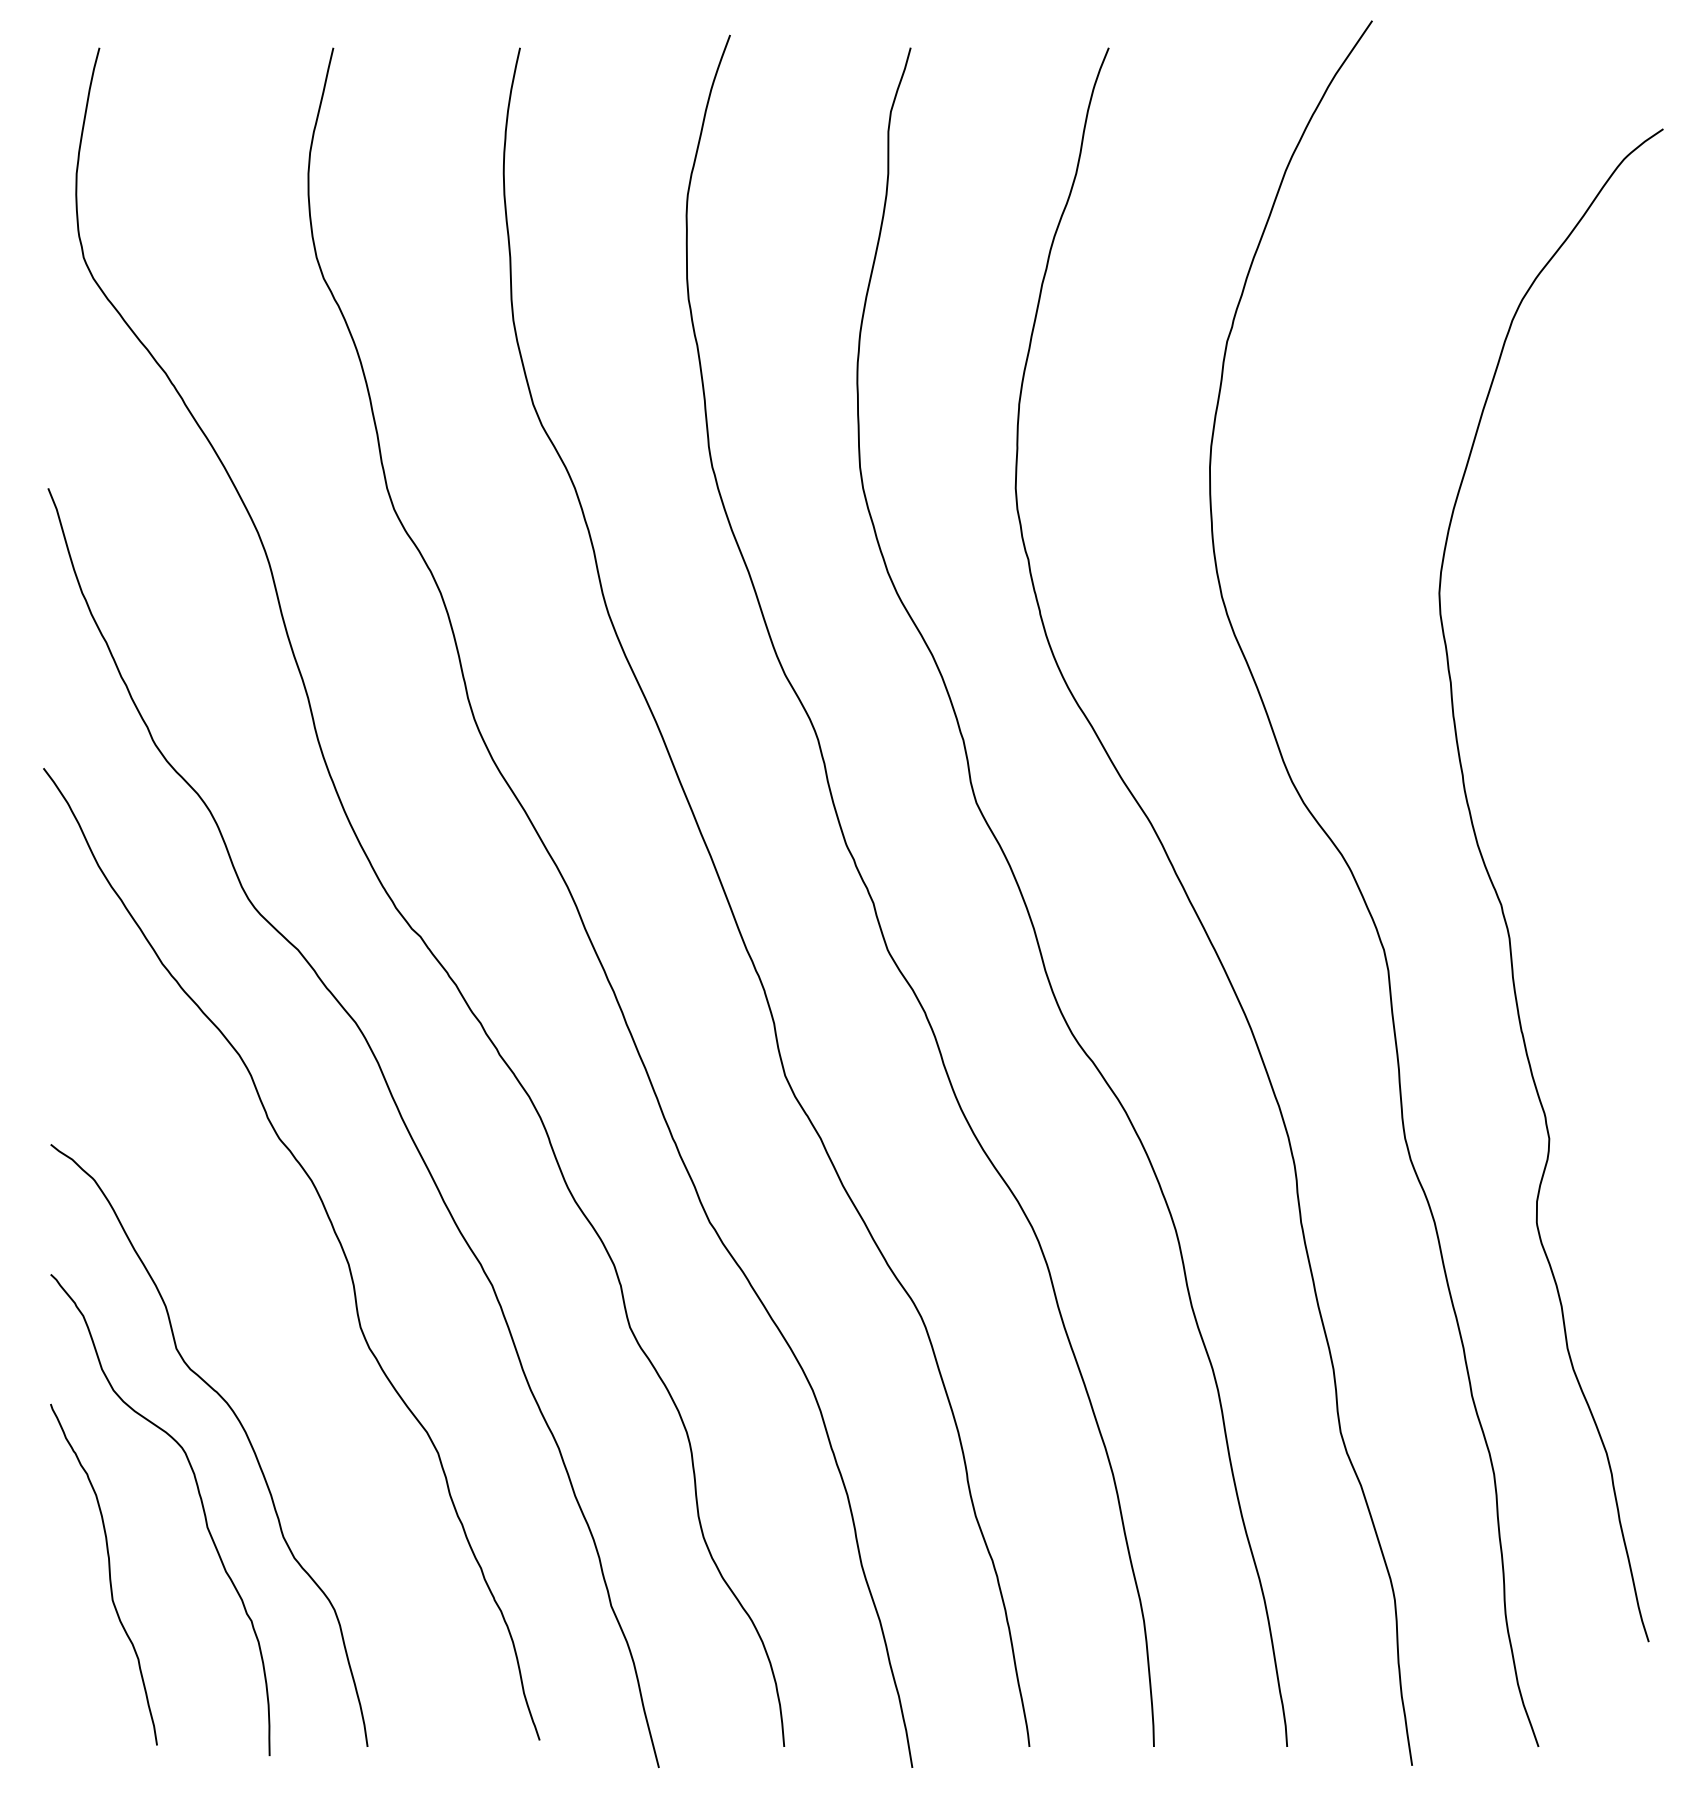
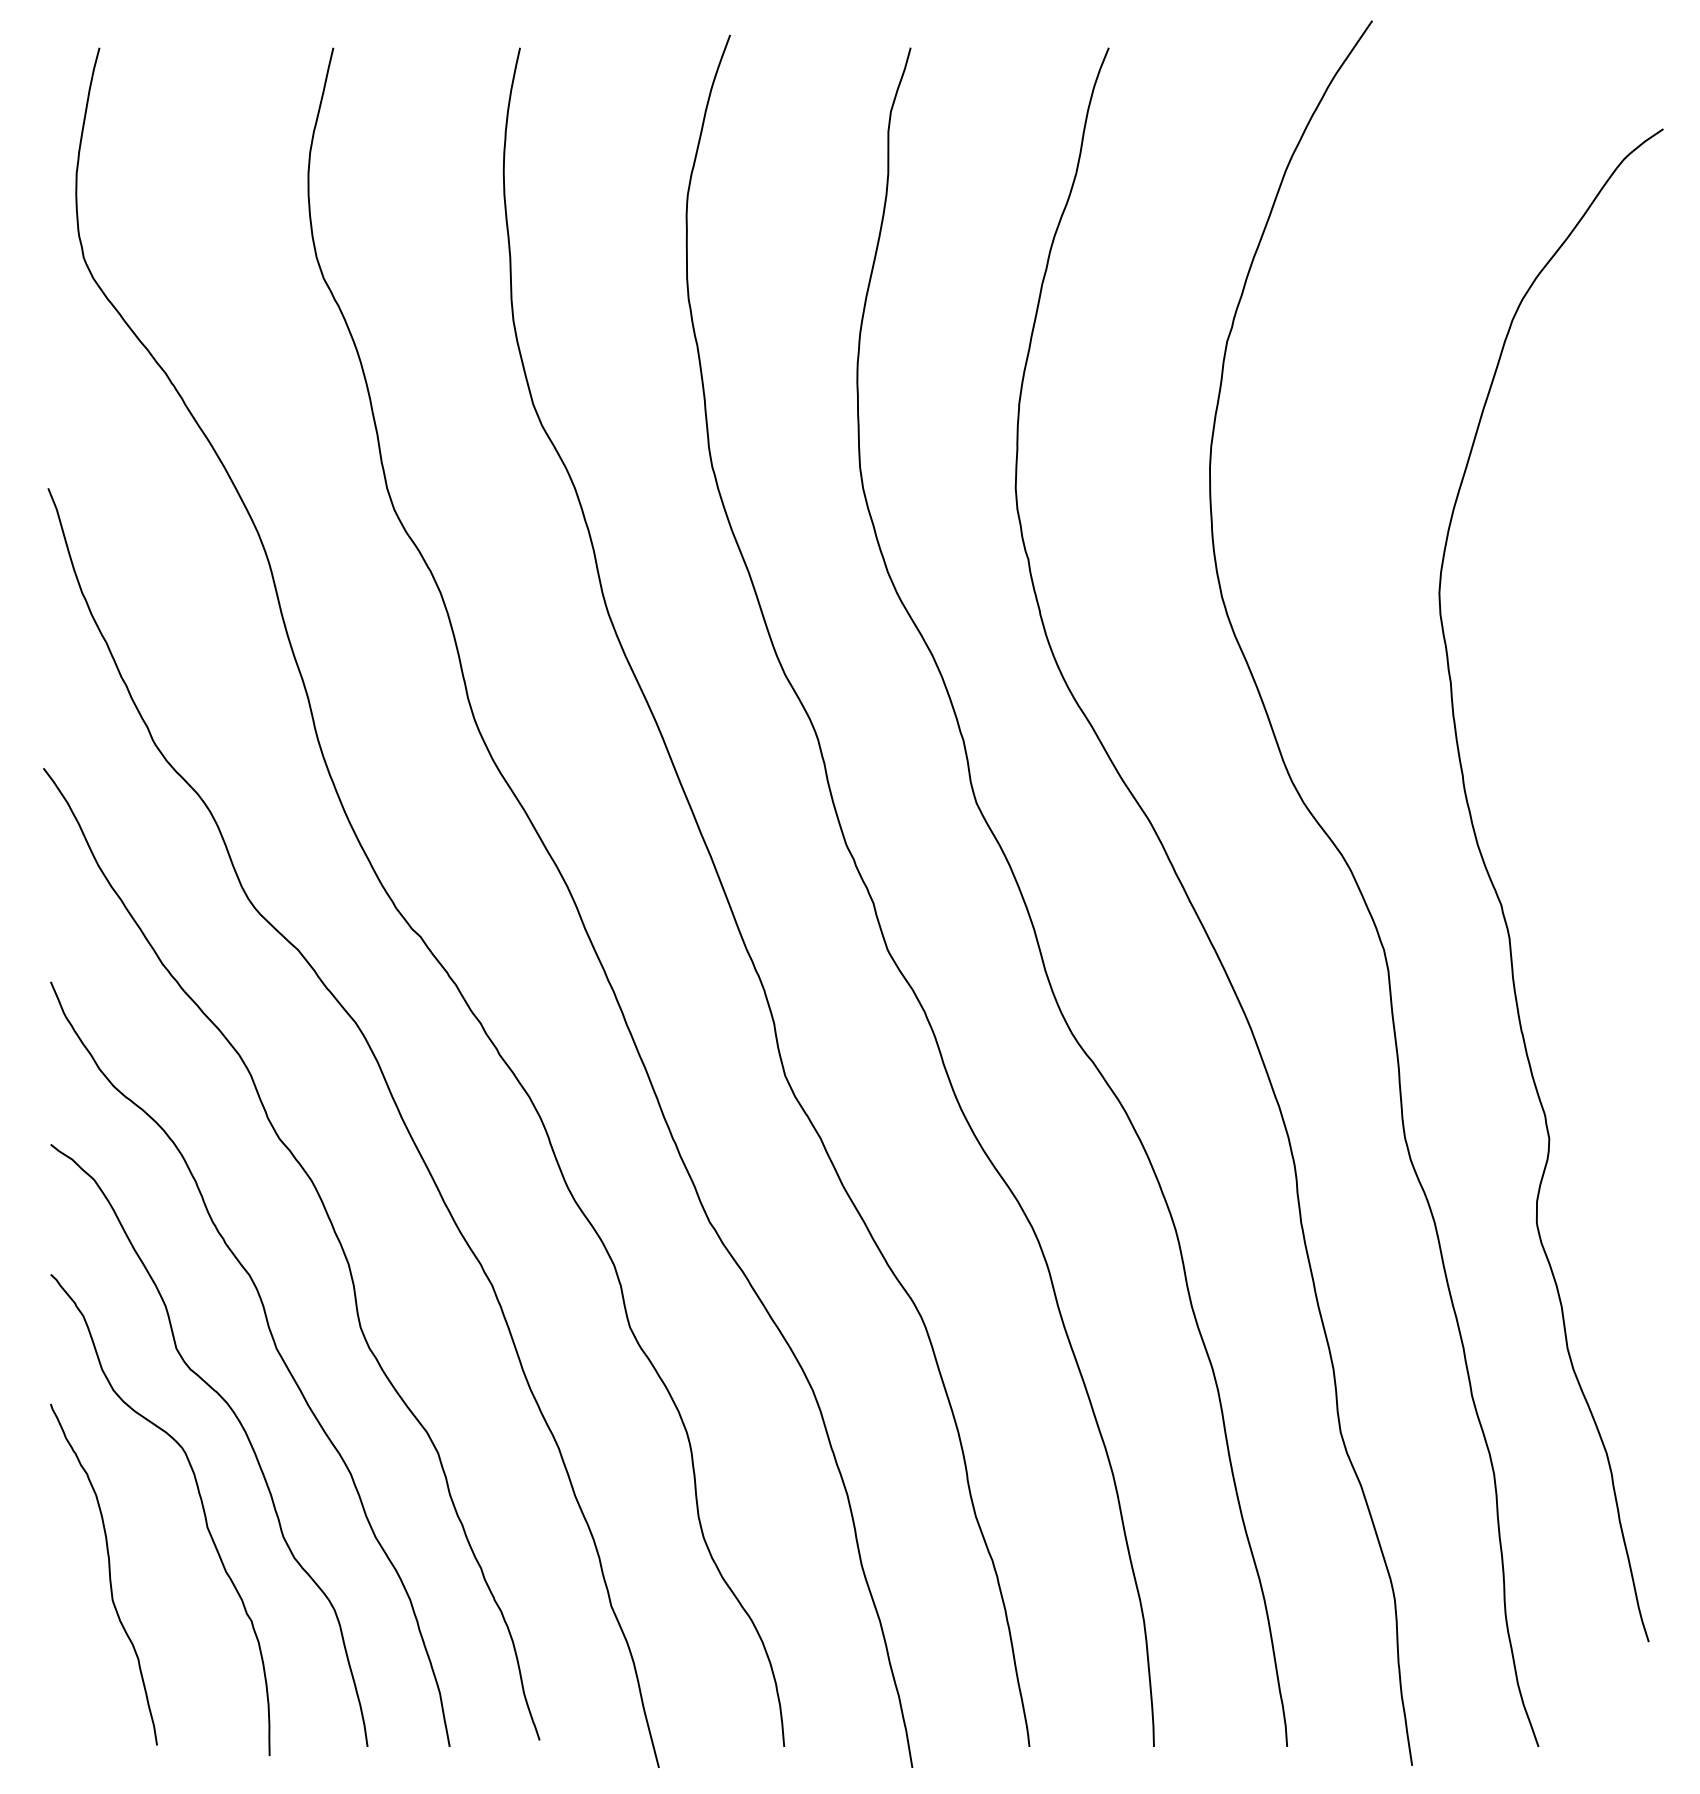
curve at (276, 1350): none -> present
